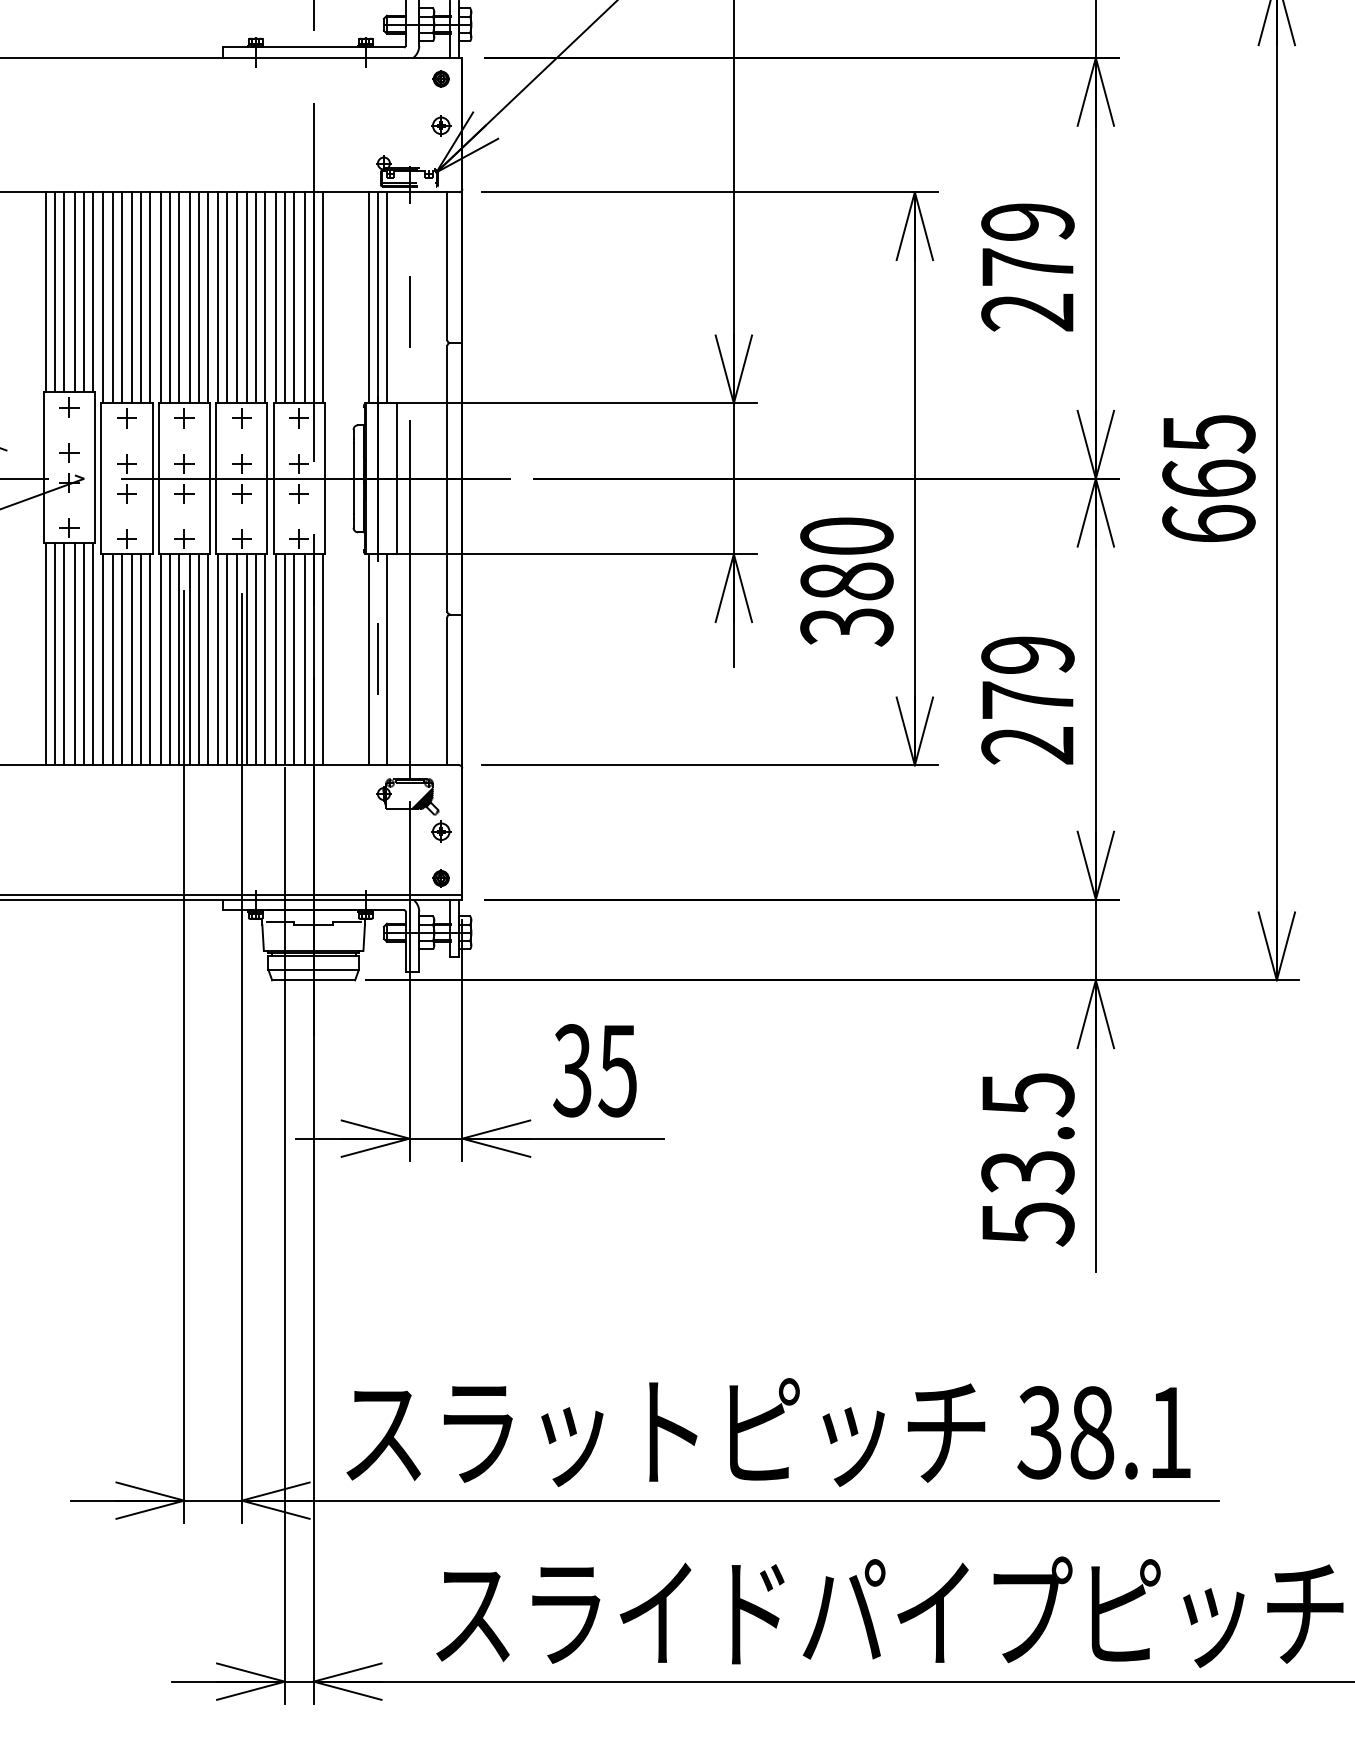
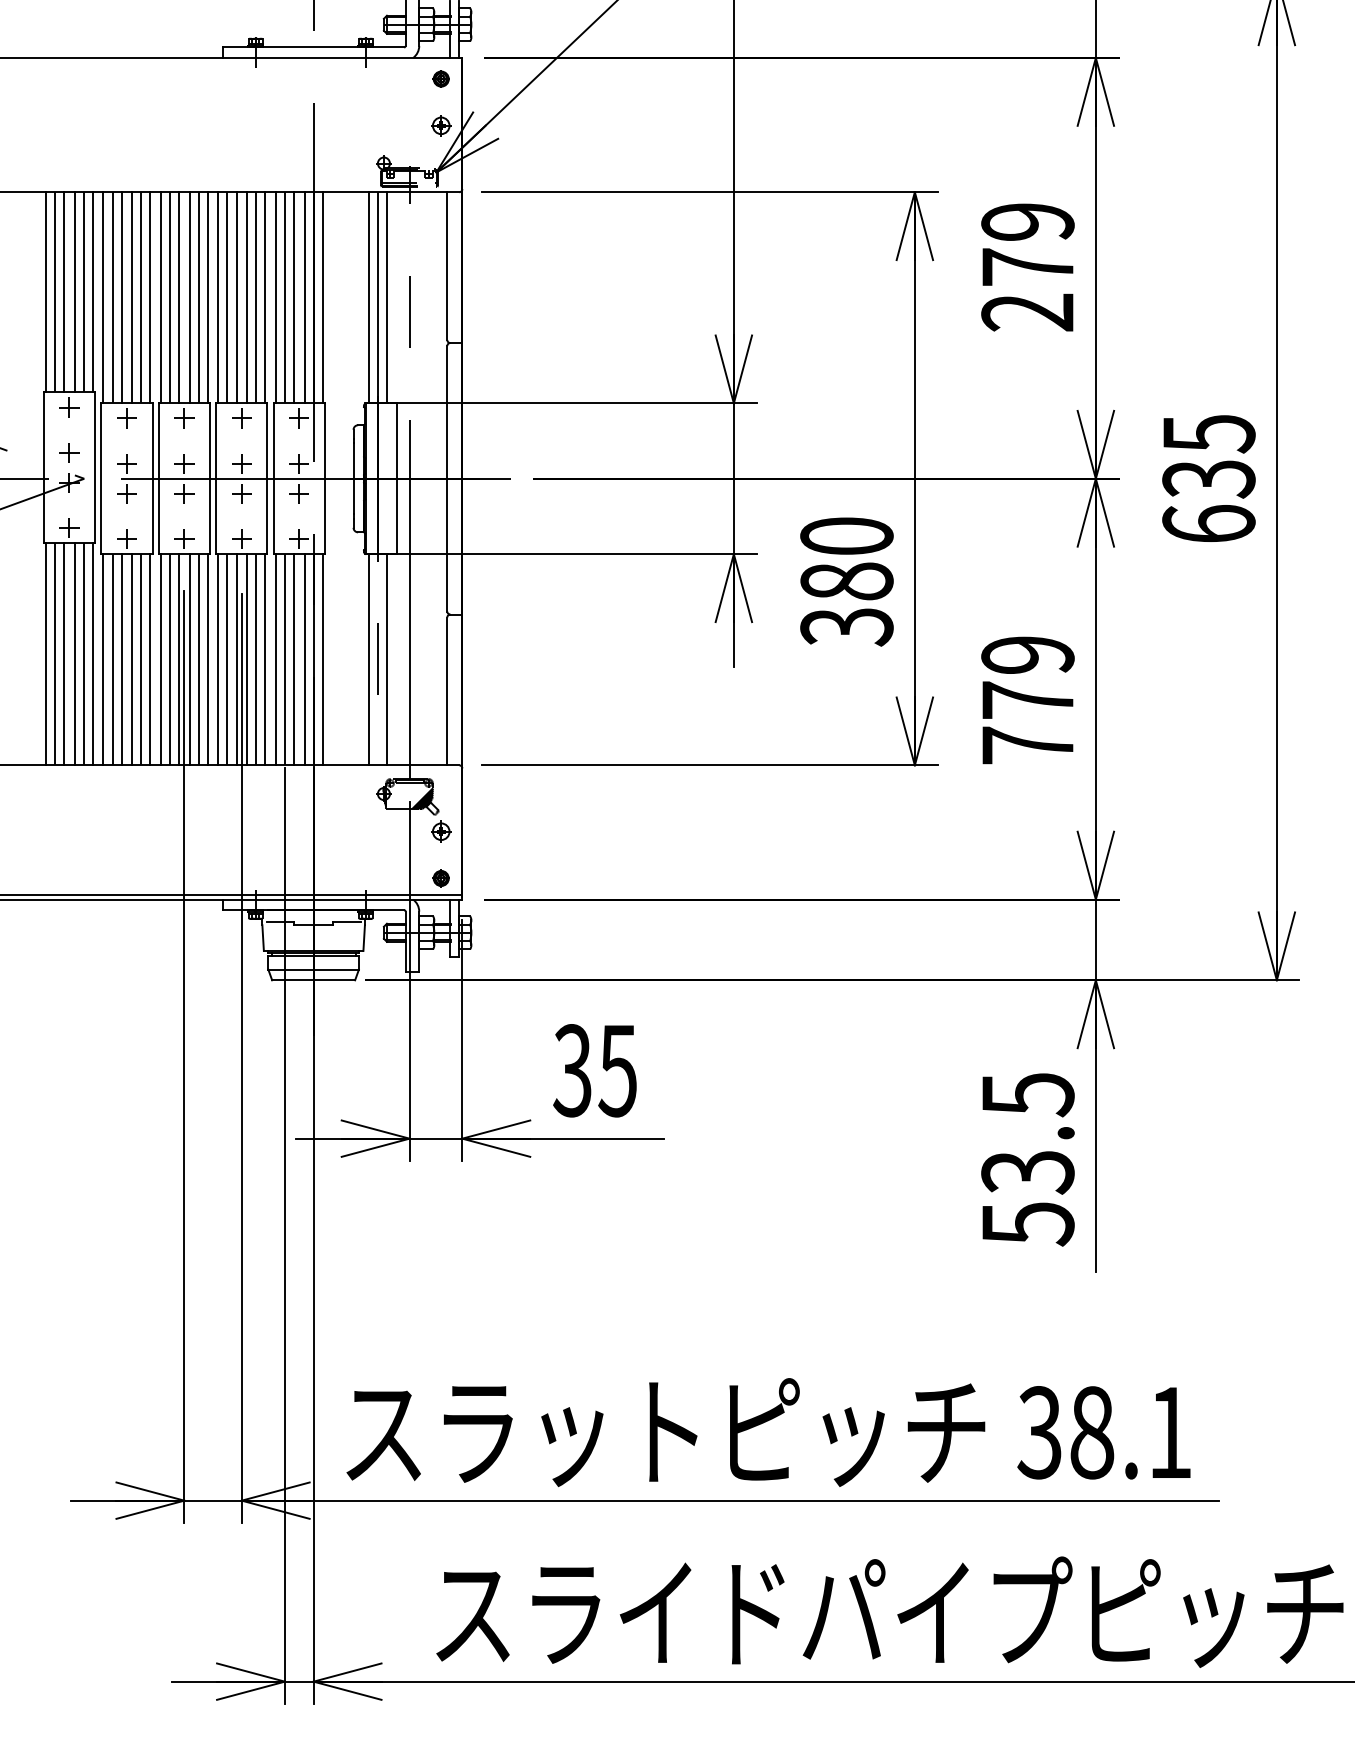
text at (1208, 478): 665 -> 635
text at (1027, 745): 279 -> 779
